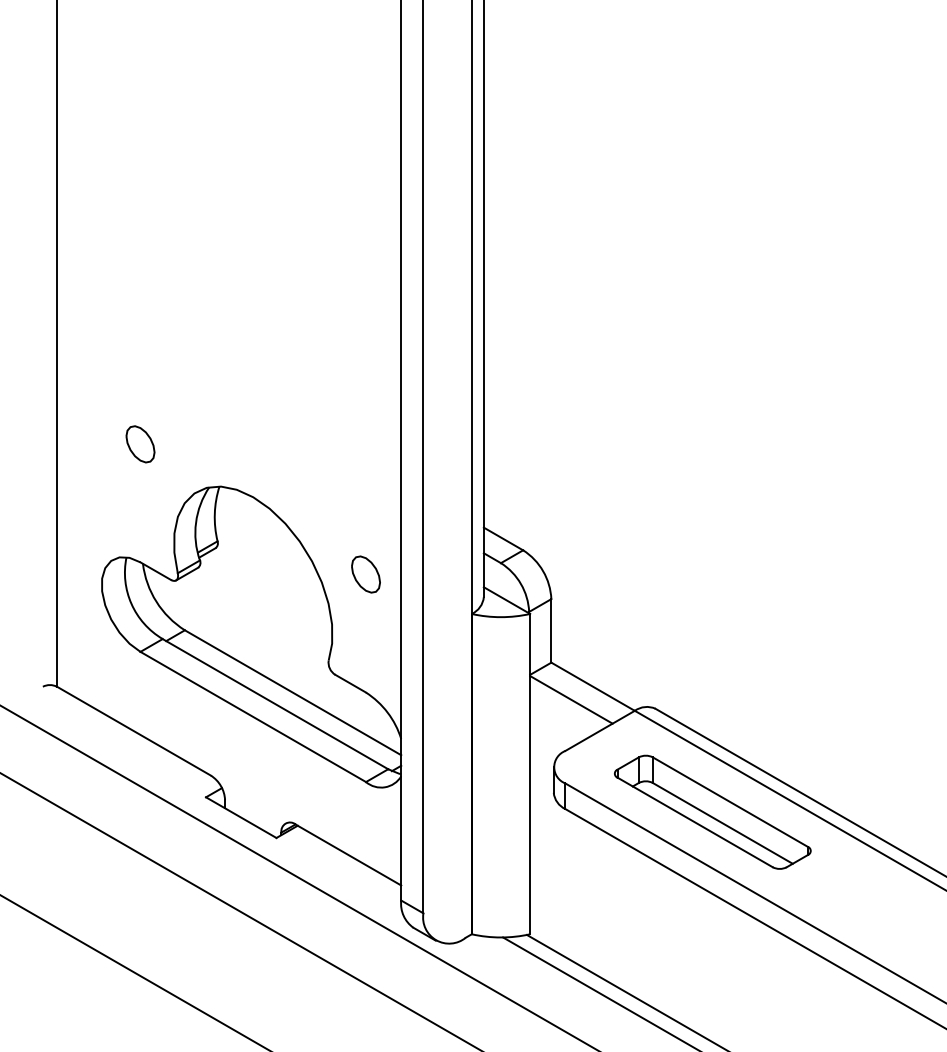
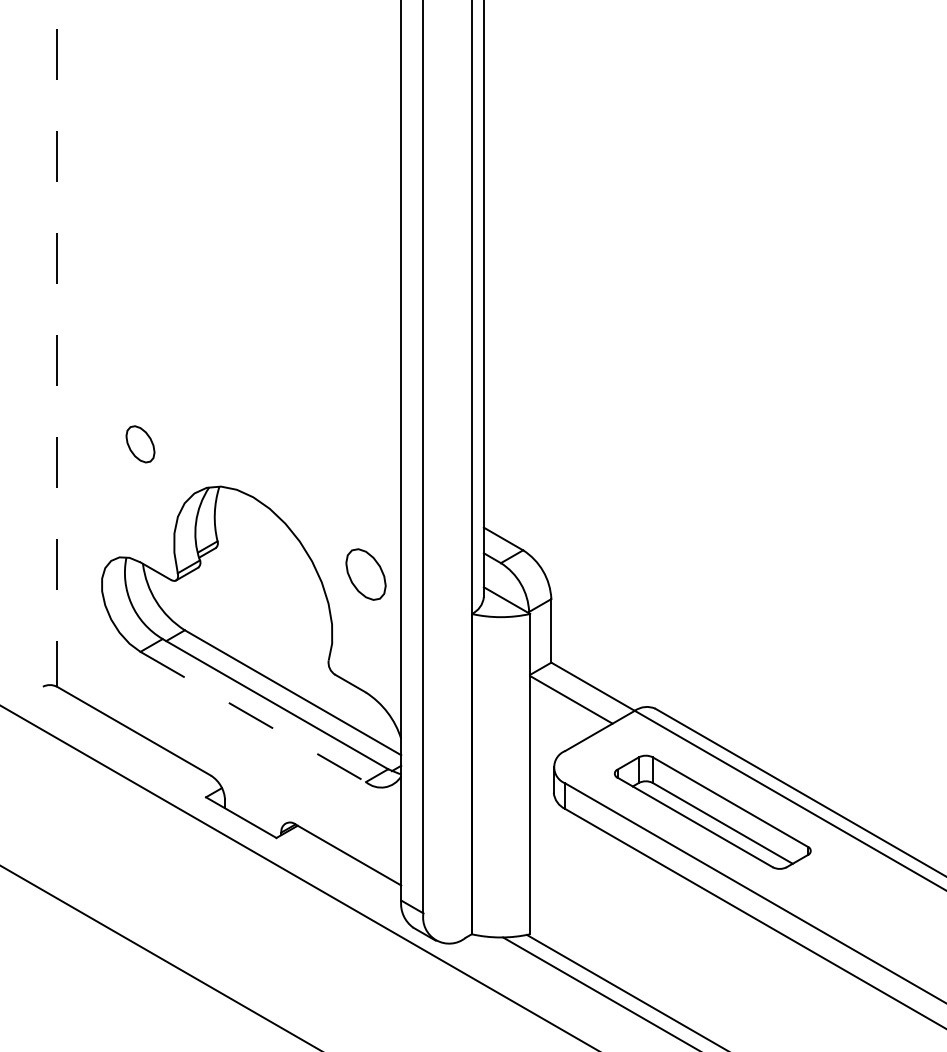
line at (57, 343): solid -> dashed
part at (365, 574) size: 30x39 px -> 42x53 px
line at (253, 717): solid -> dashed
line at (239, 911): present -> none
line at (134, 972) position: (134, 972) -> (159, 957)
